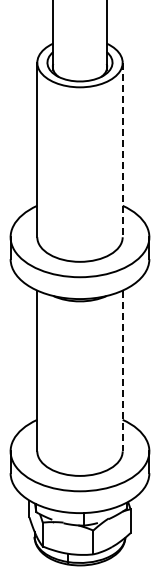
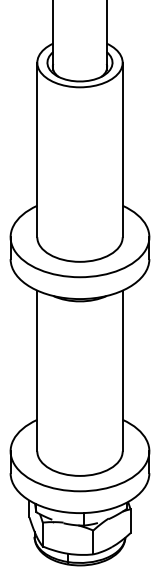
line at (122, 150): dashed -> solid
line at (122, 371): dashed -> solid
